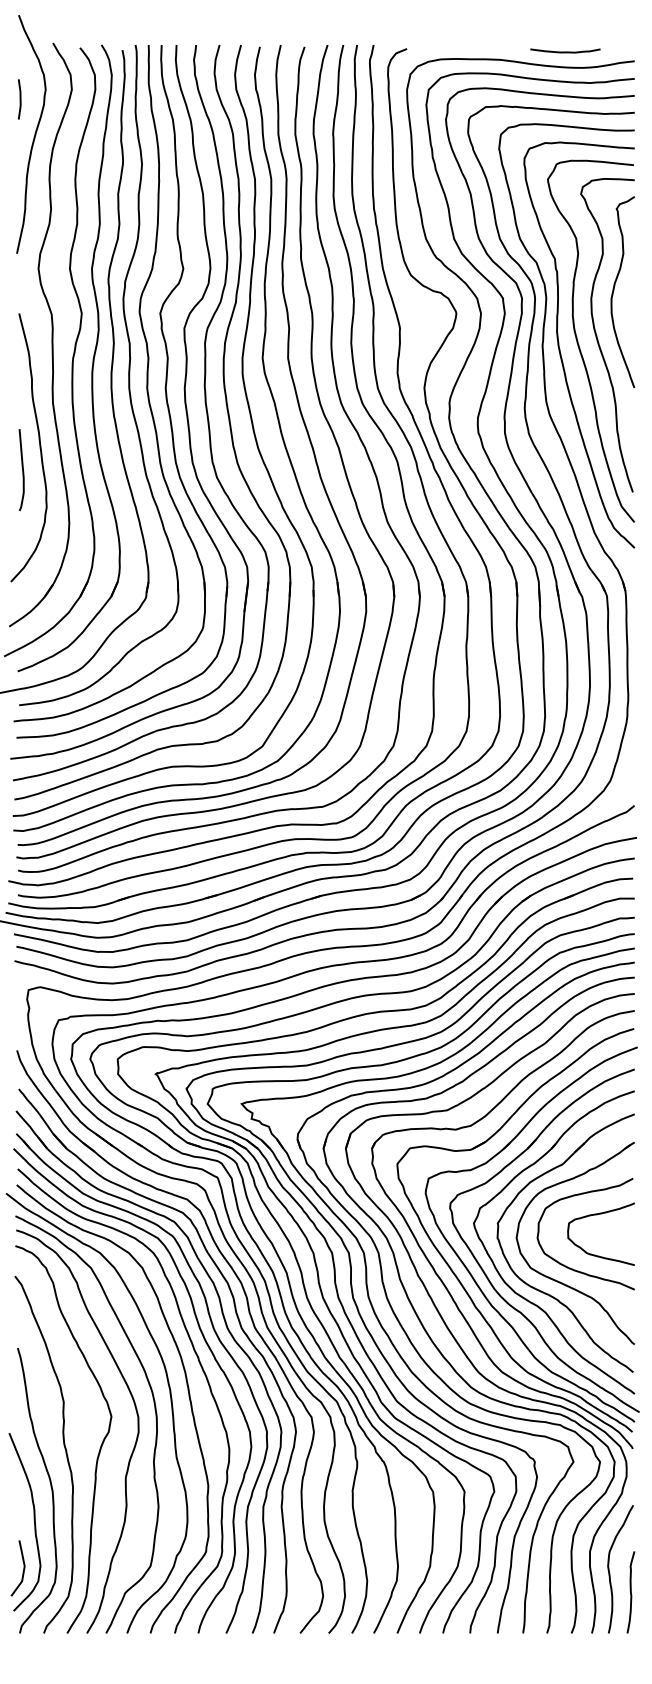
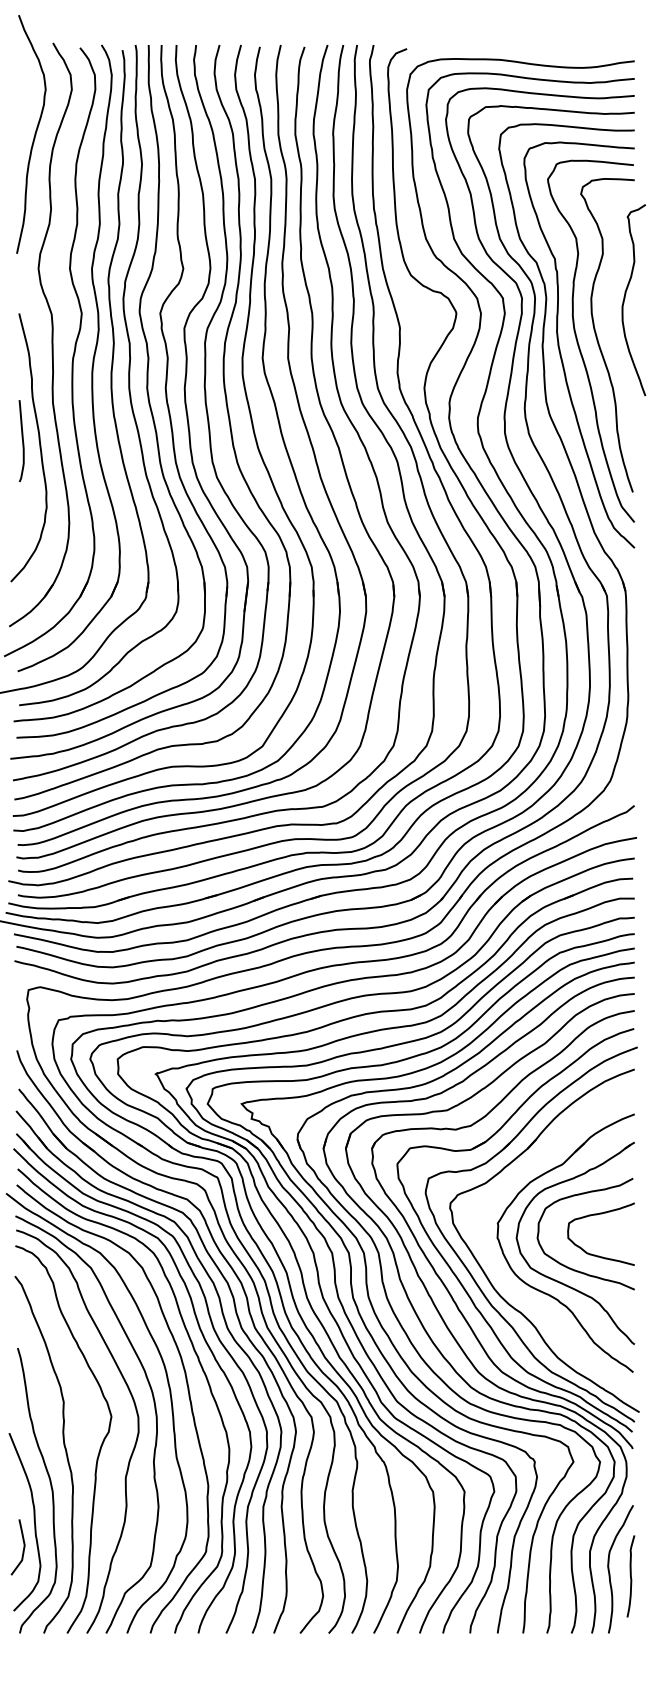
curve at (565, 51): present -> none
line at (19, 99): present -> none
curve at (614, 290) position: (614, 290) -> (625, 298)
curve at (22, 470) position: (22, 470) -> (22, 441)
part at (520, 1294): present -> none
line at (22, 1571) position: (22, 1571) -> (22, 1550)
curve at (630, 1592) position: (630, 1592) -> (630, 1576)
